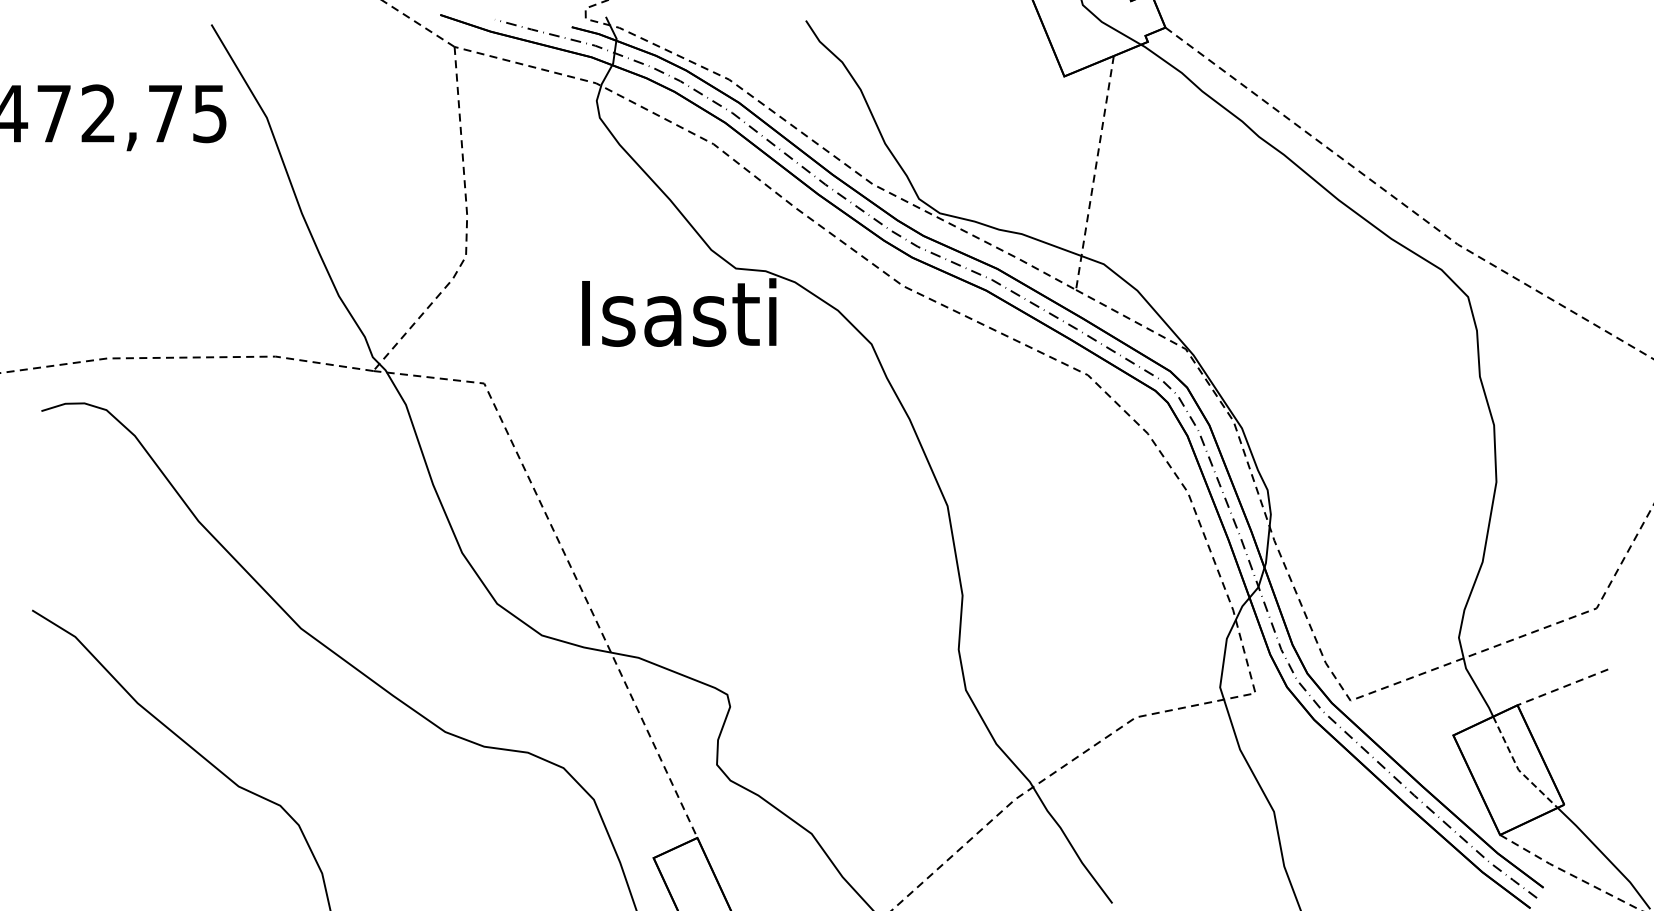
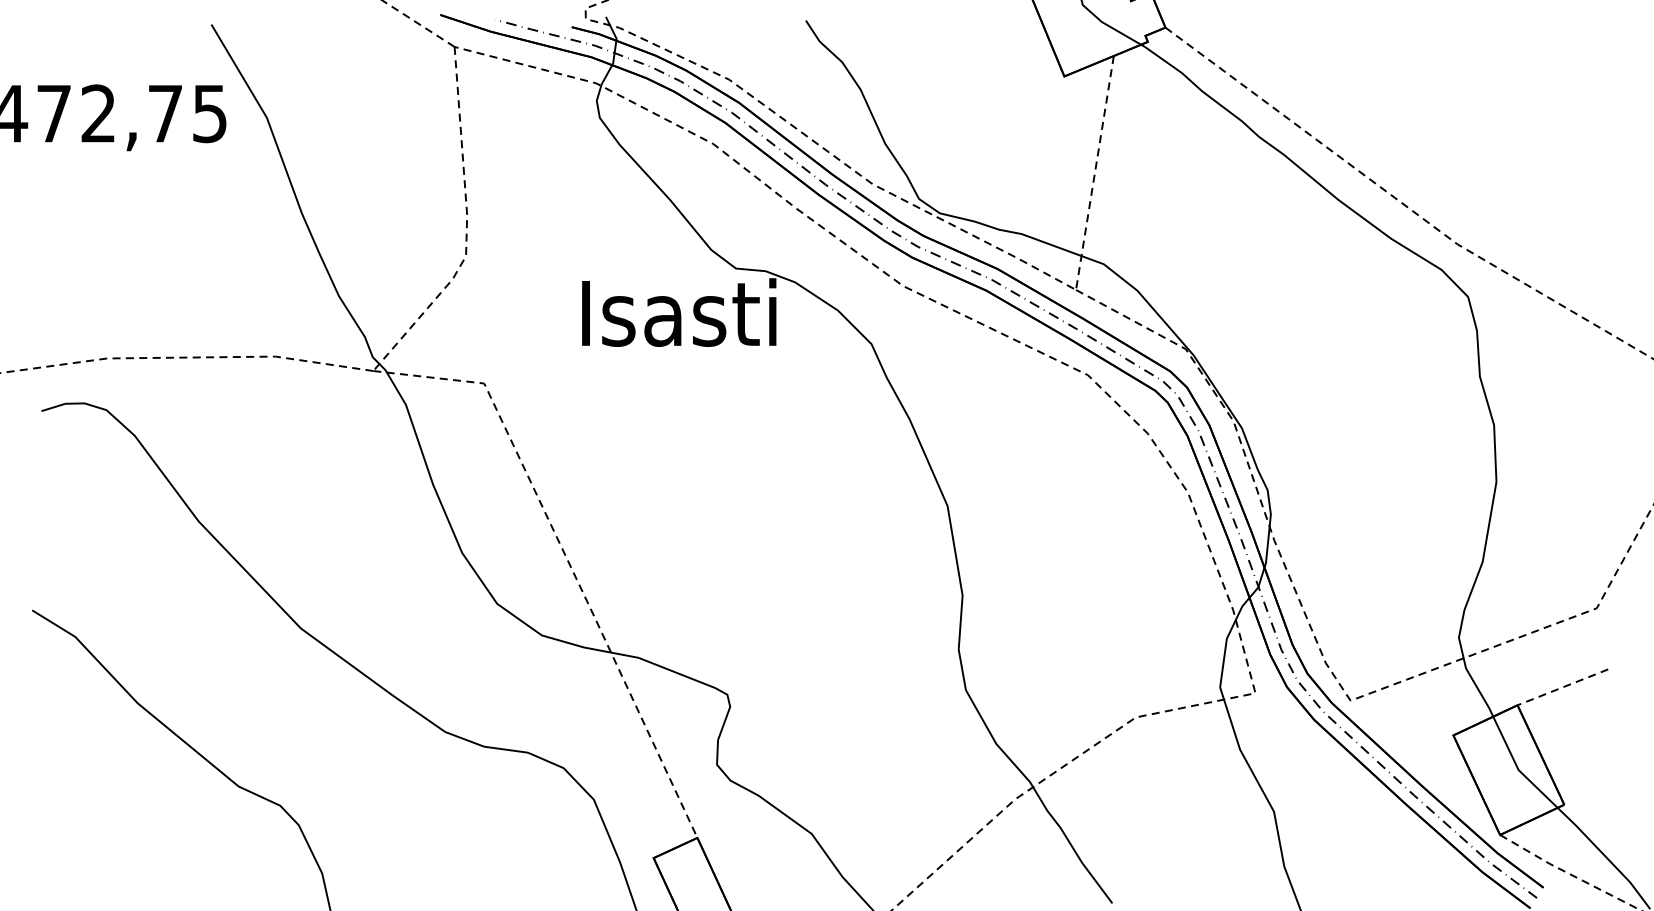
line at (1517, 768): dashed -> solid
